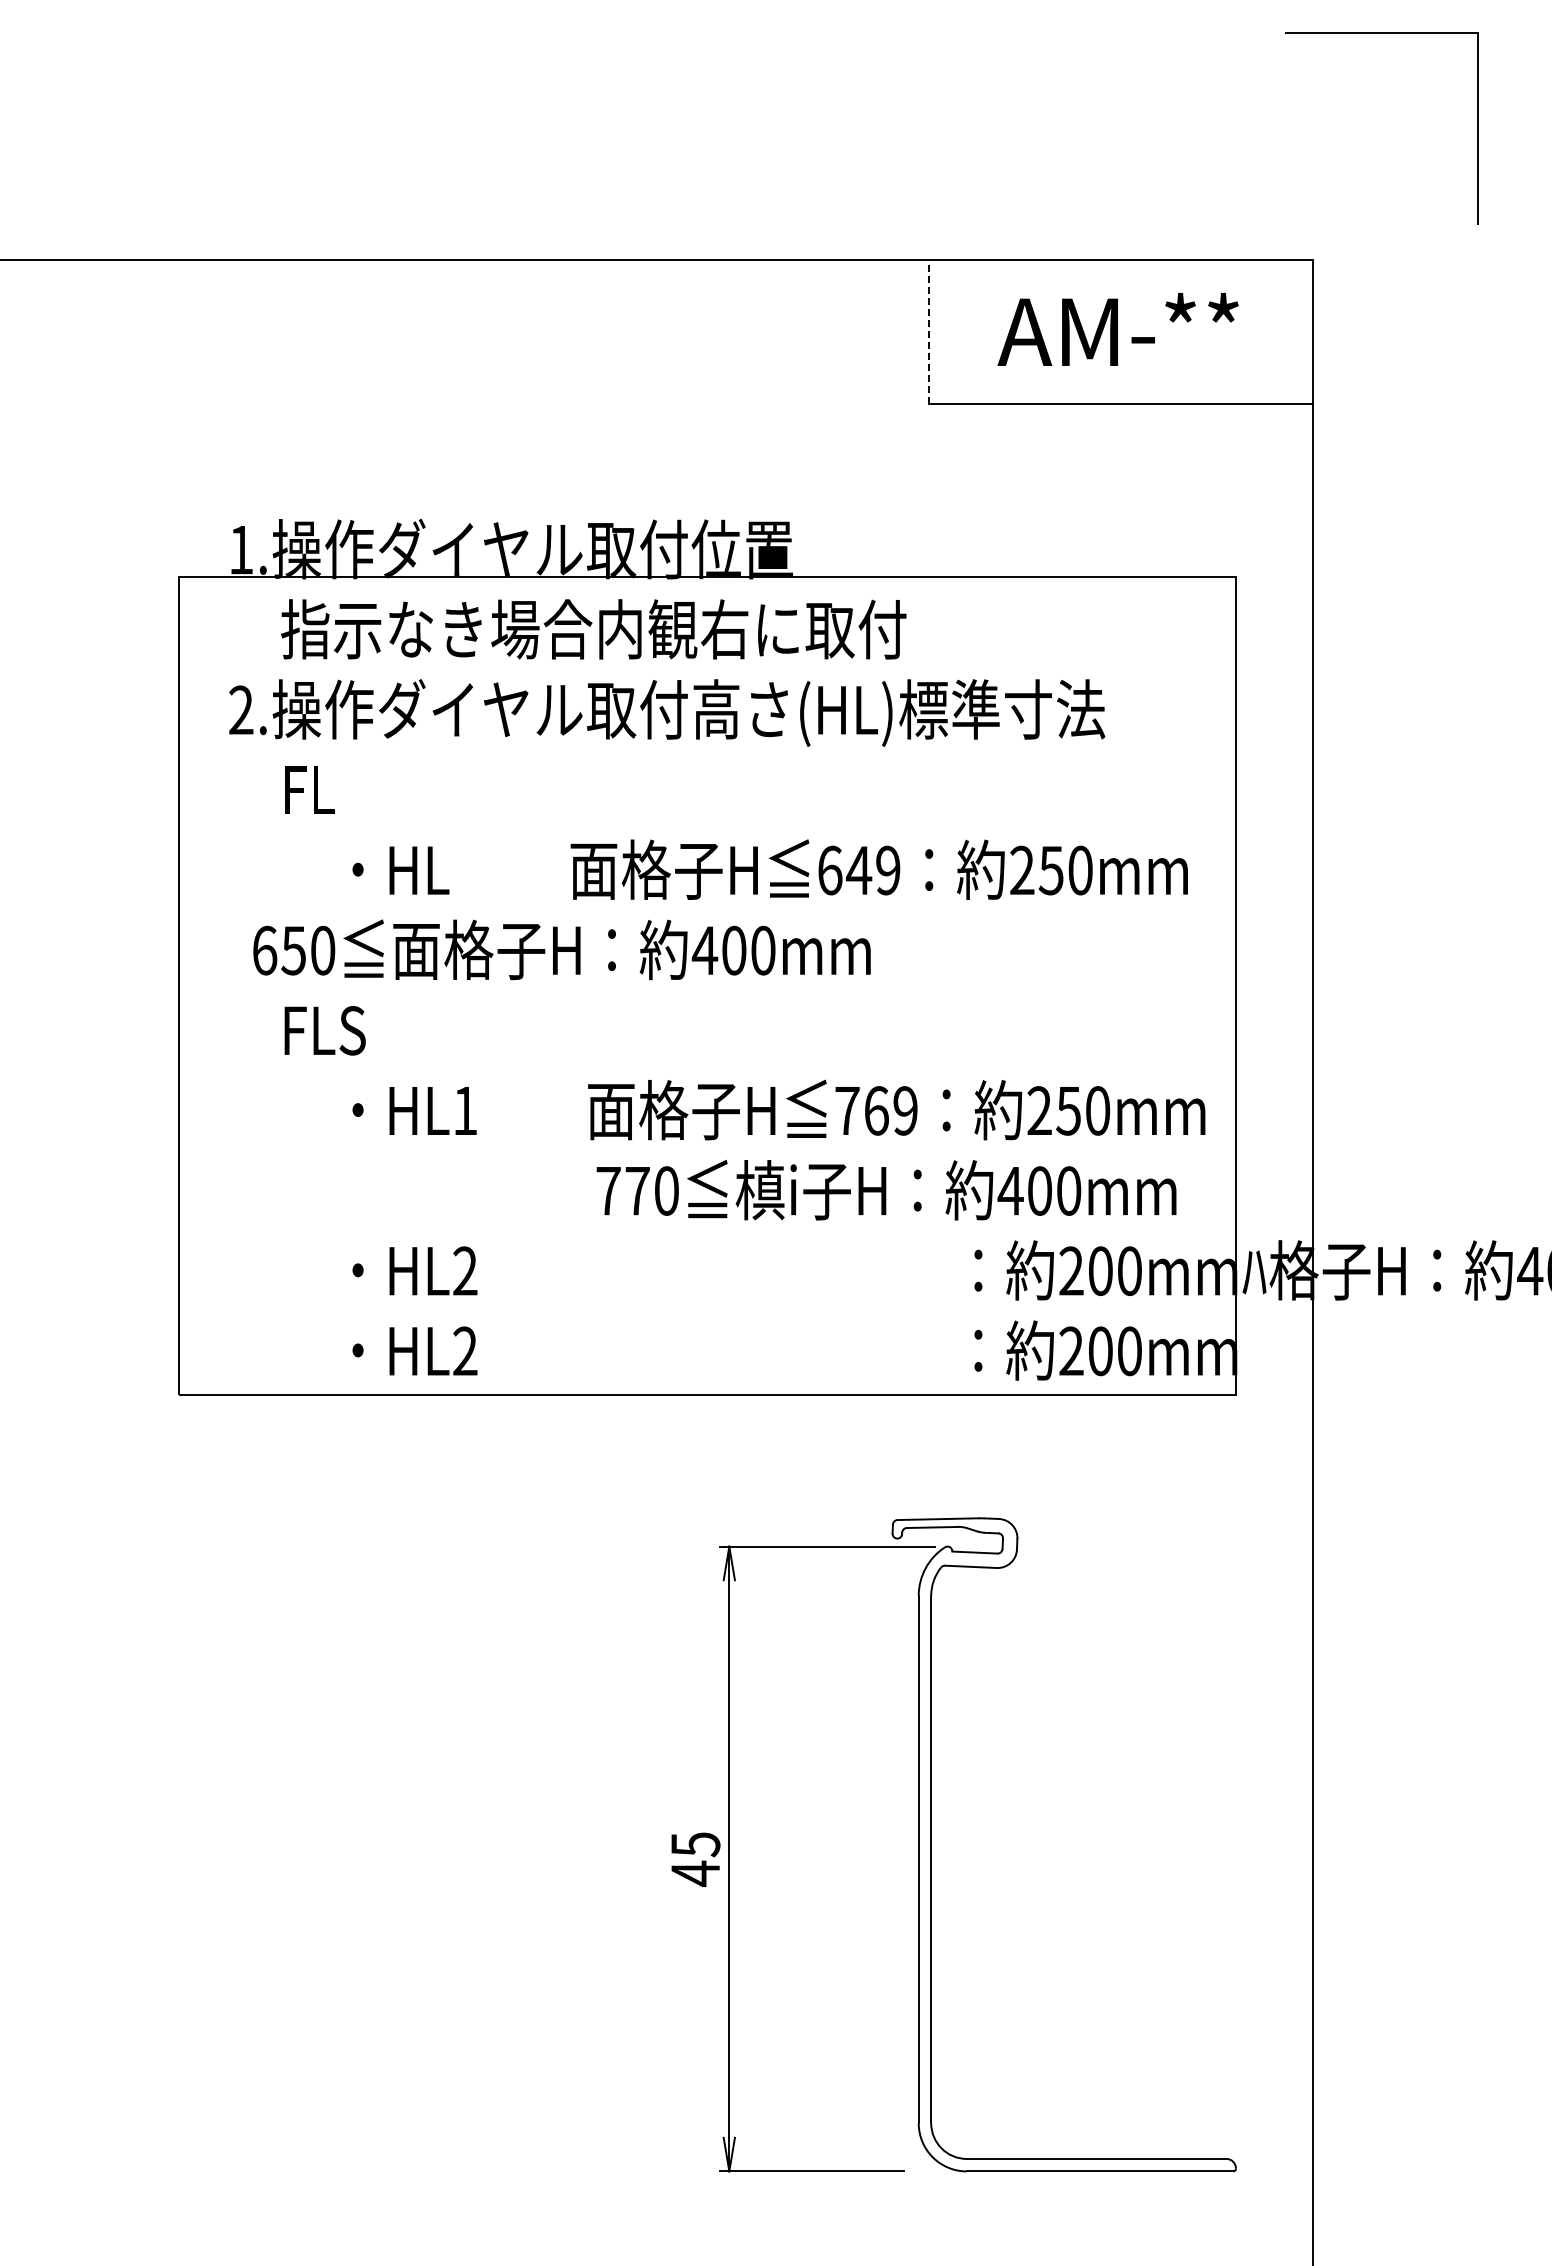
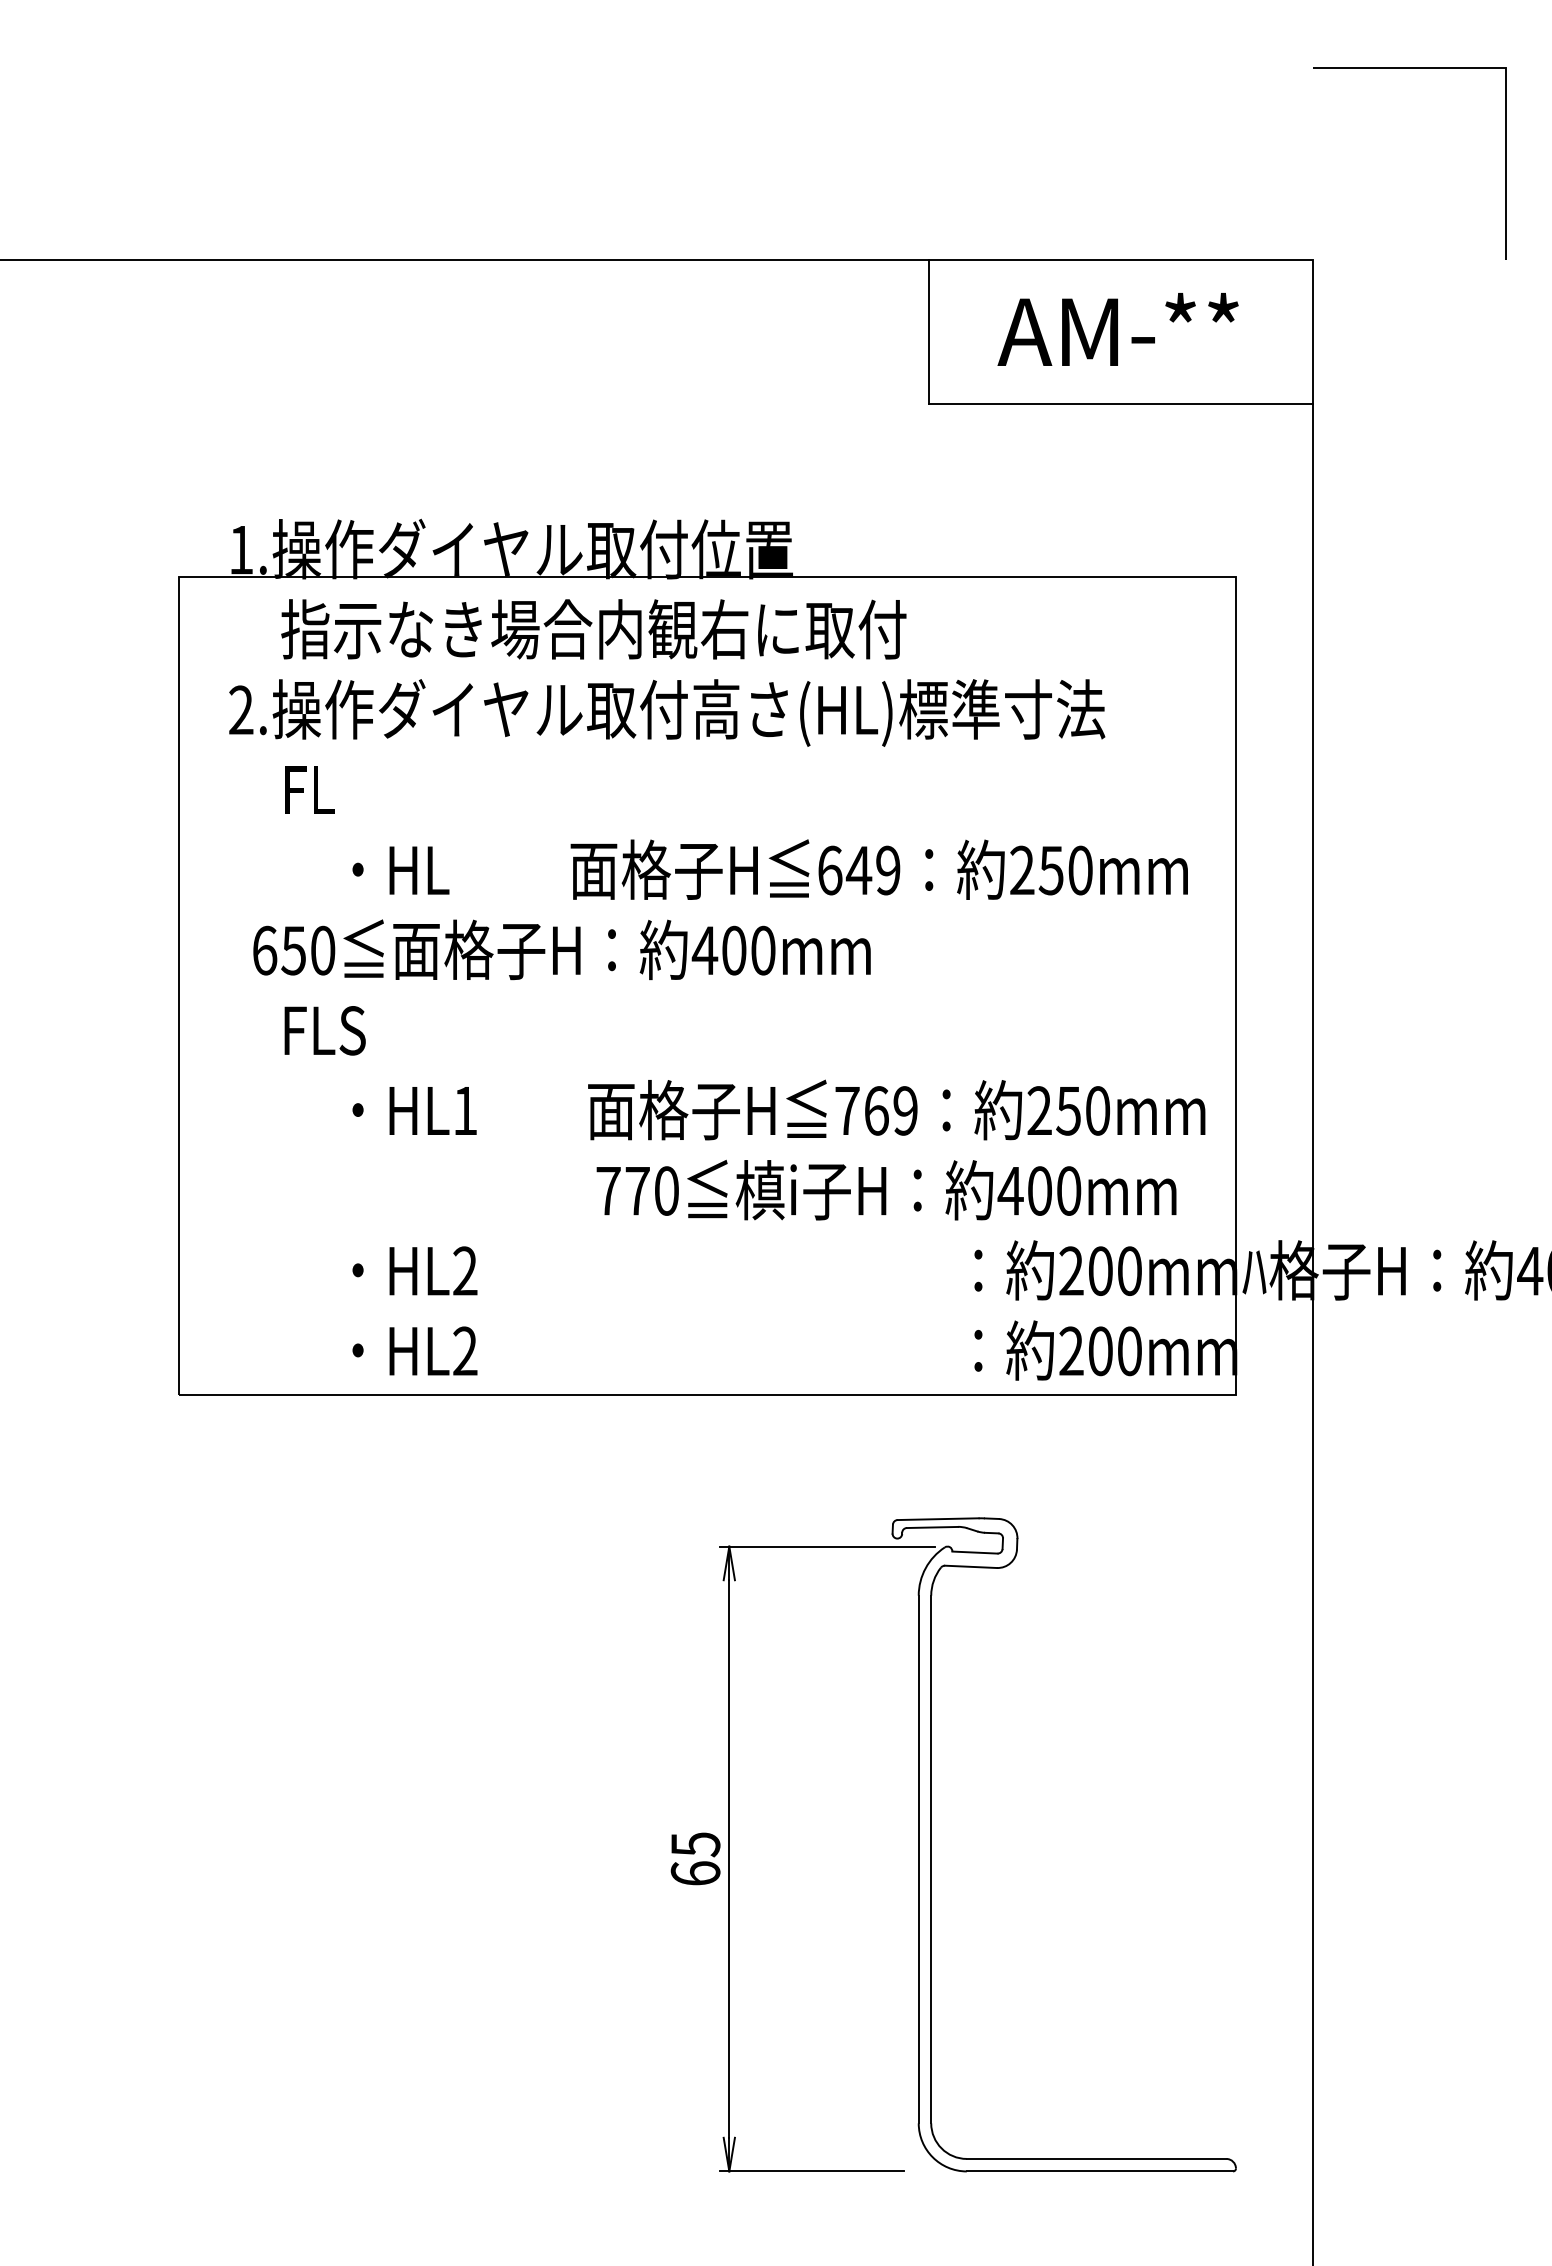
line at (1381, 33) position: (1381, 33) -> (1409, 68)
line at (928, 331): dashed -> solid
text at (695, 1873): 45 -> 65
